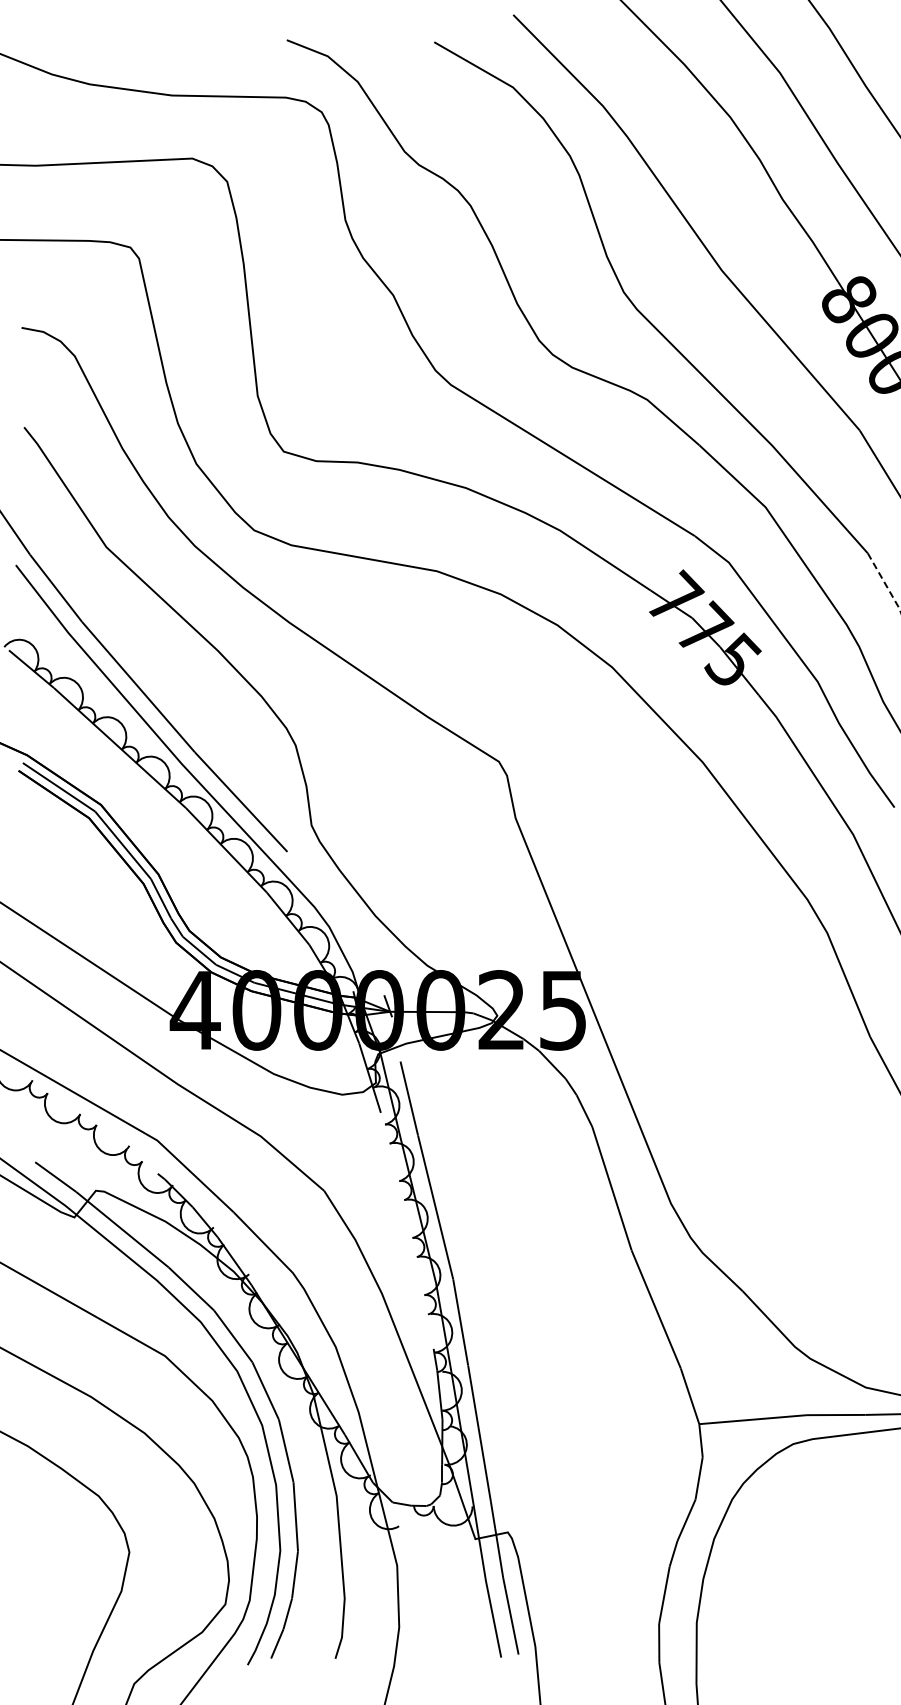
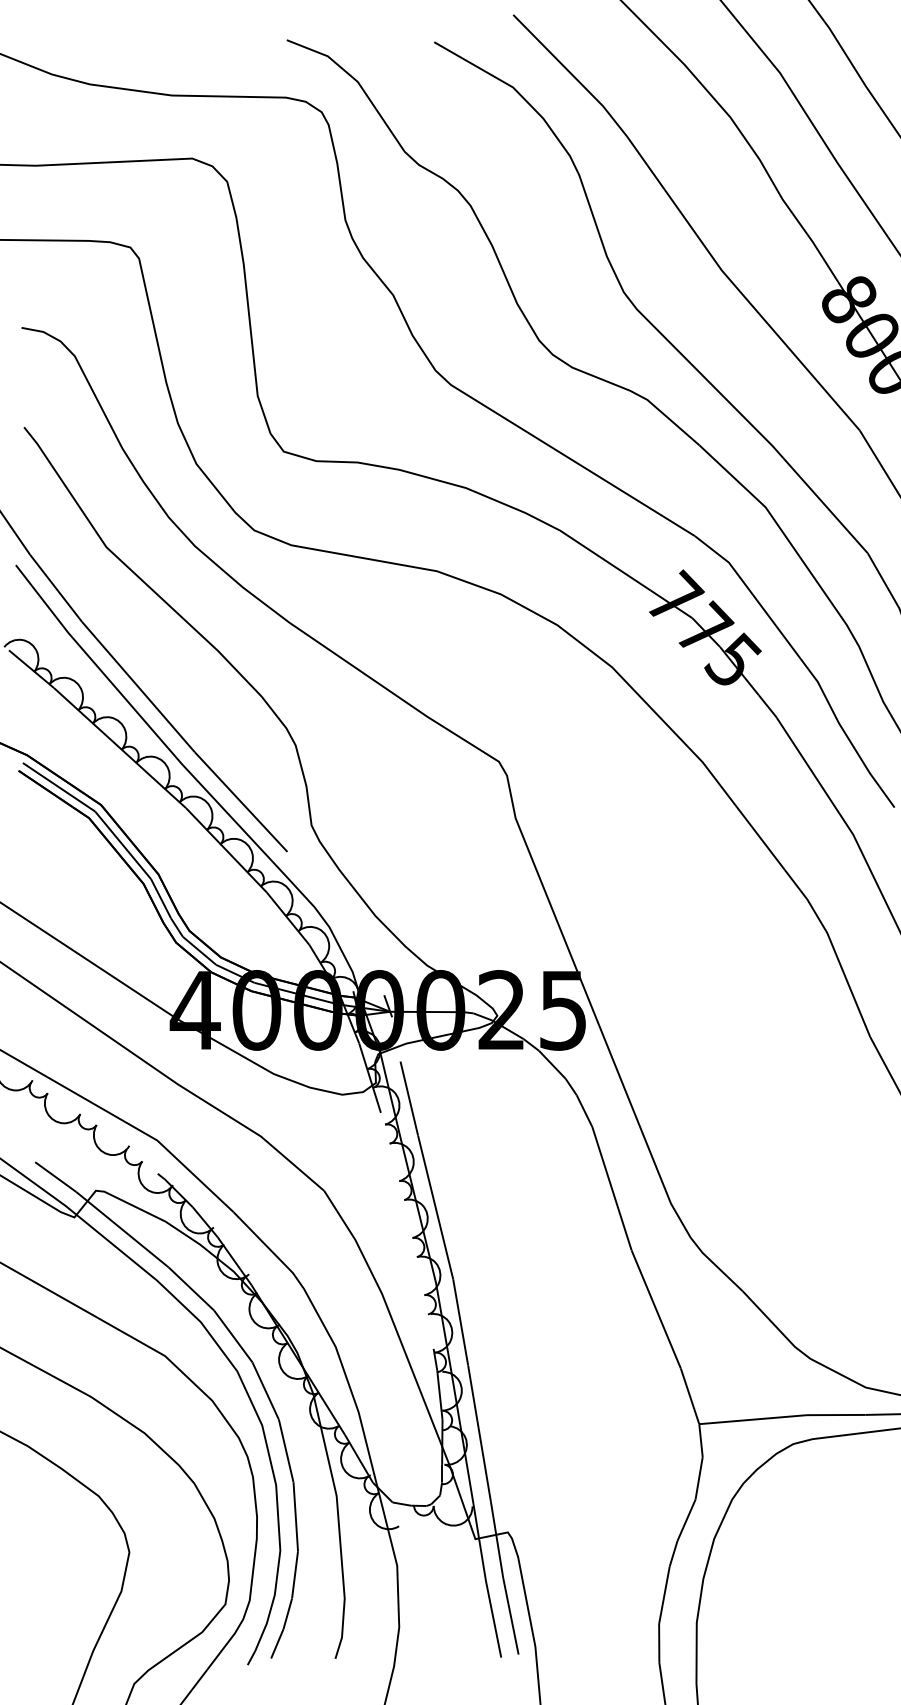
line at (885, 583): dashed -> solid
